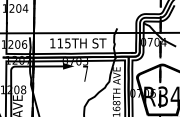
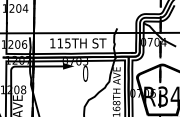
text at (85, 73): 7 -> 0
